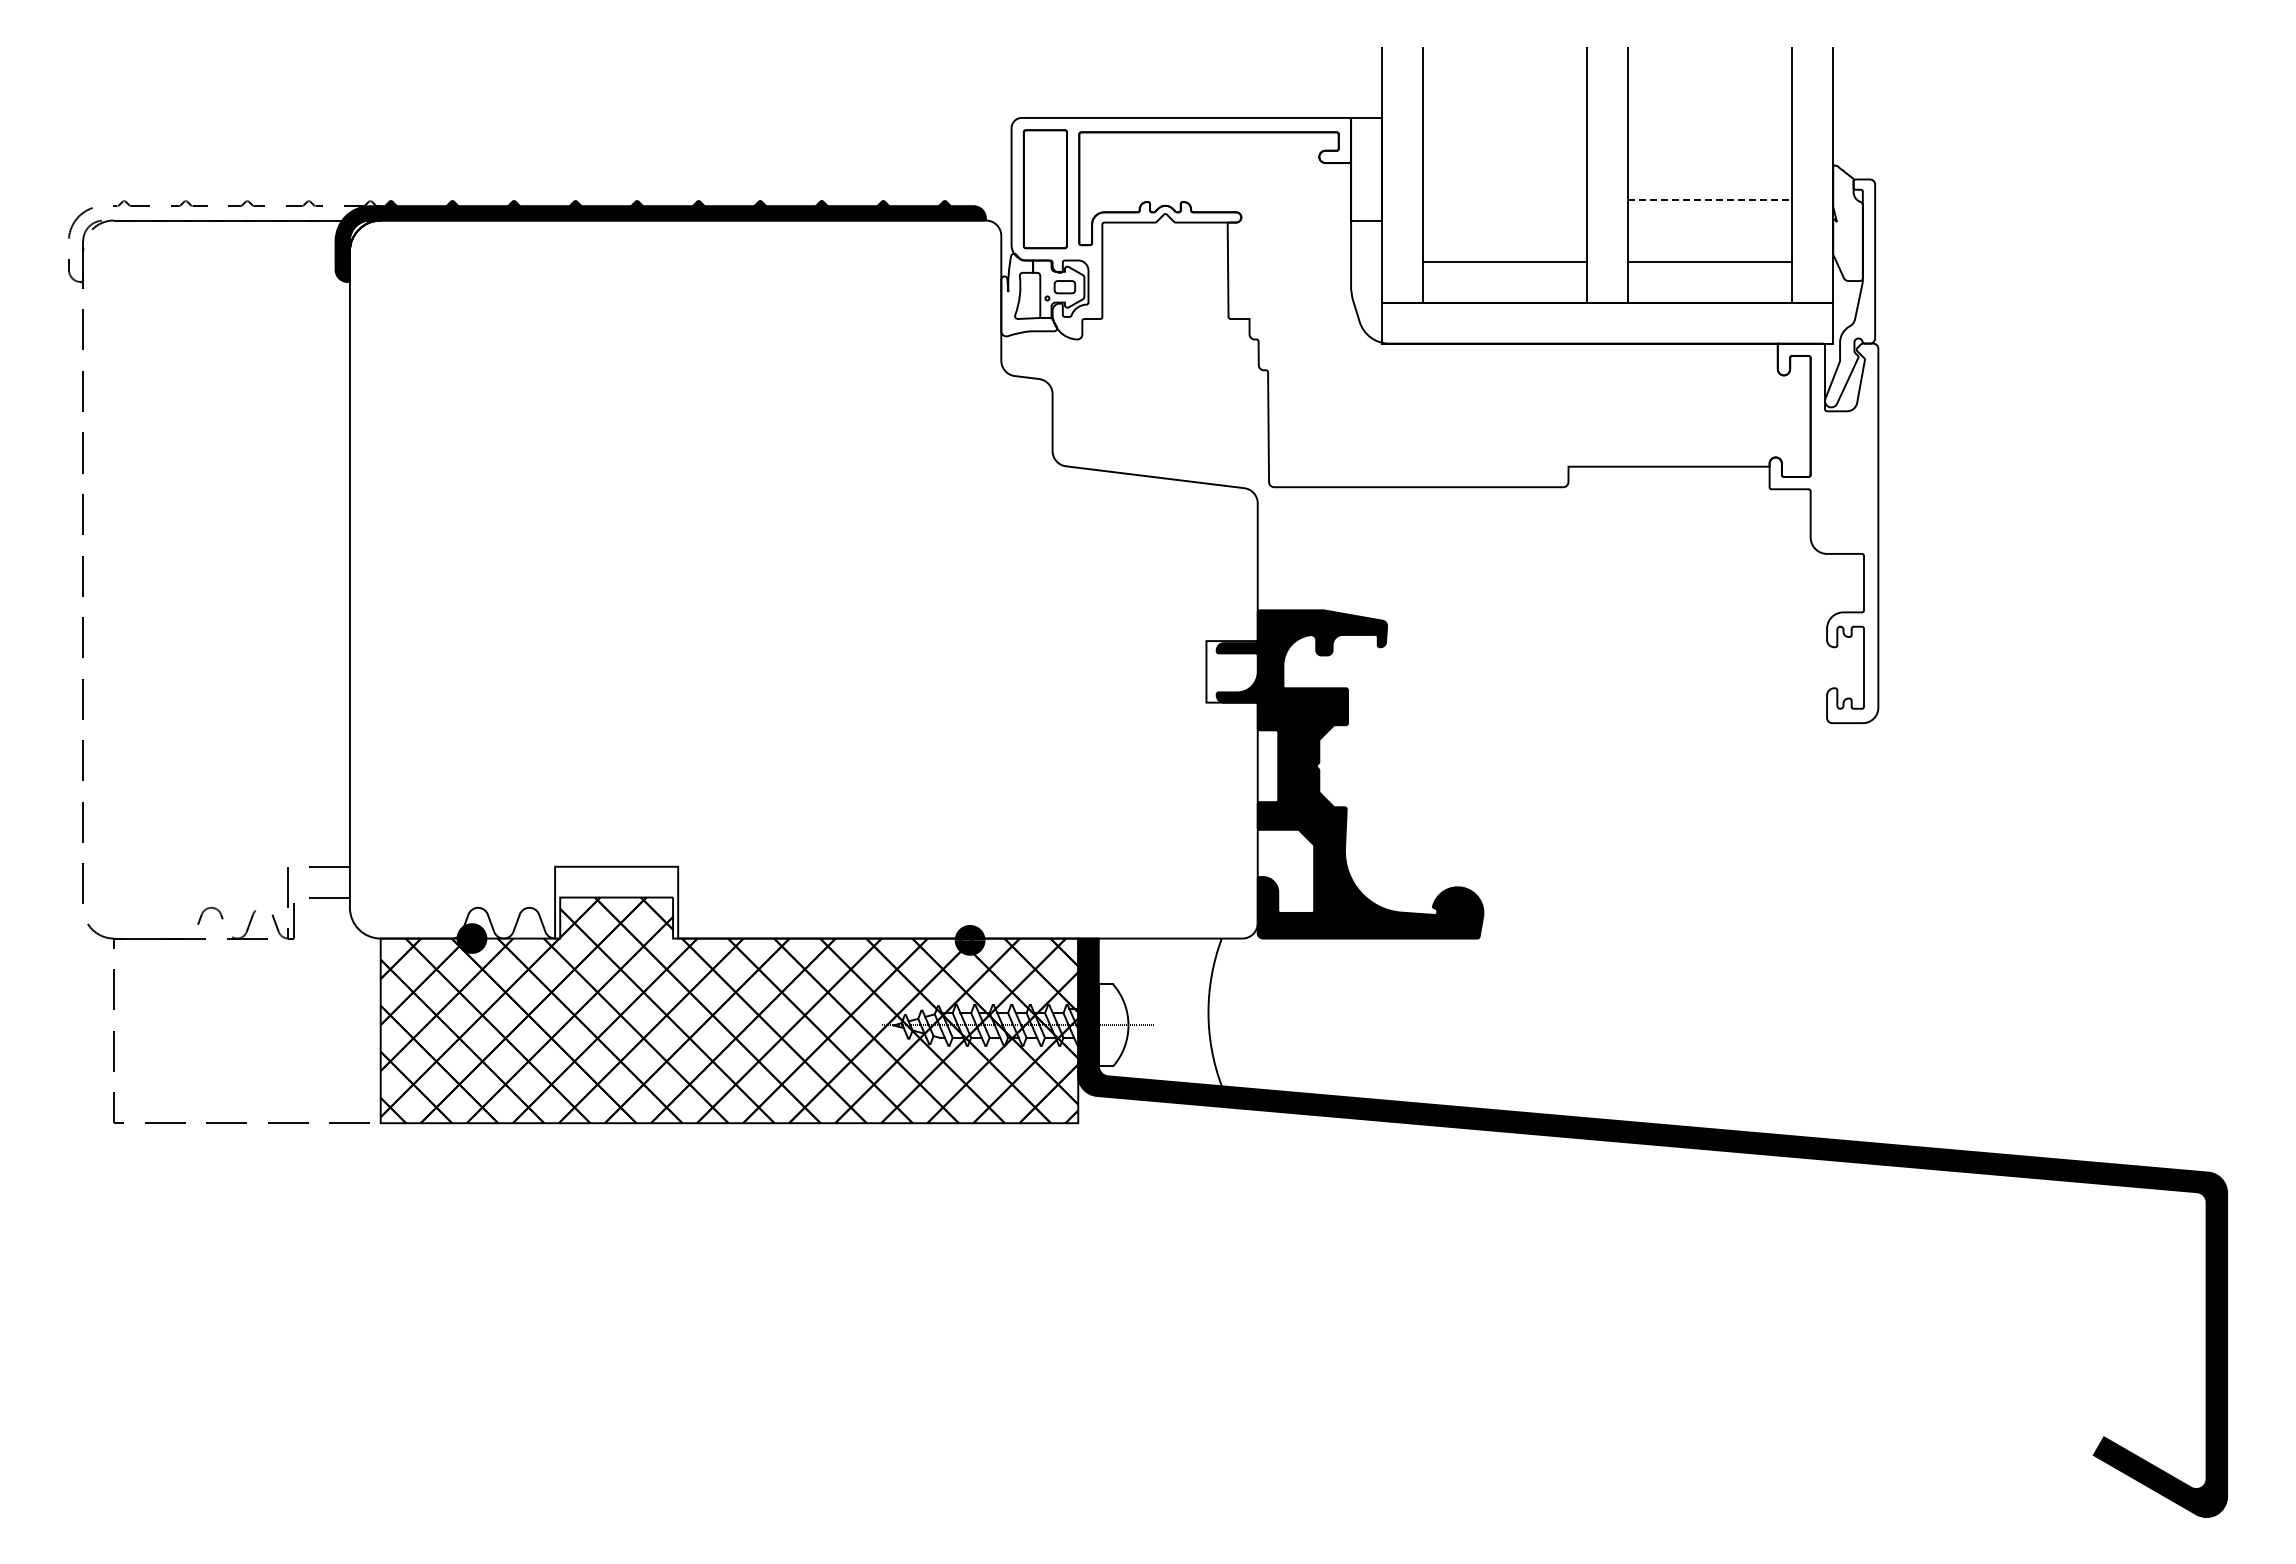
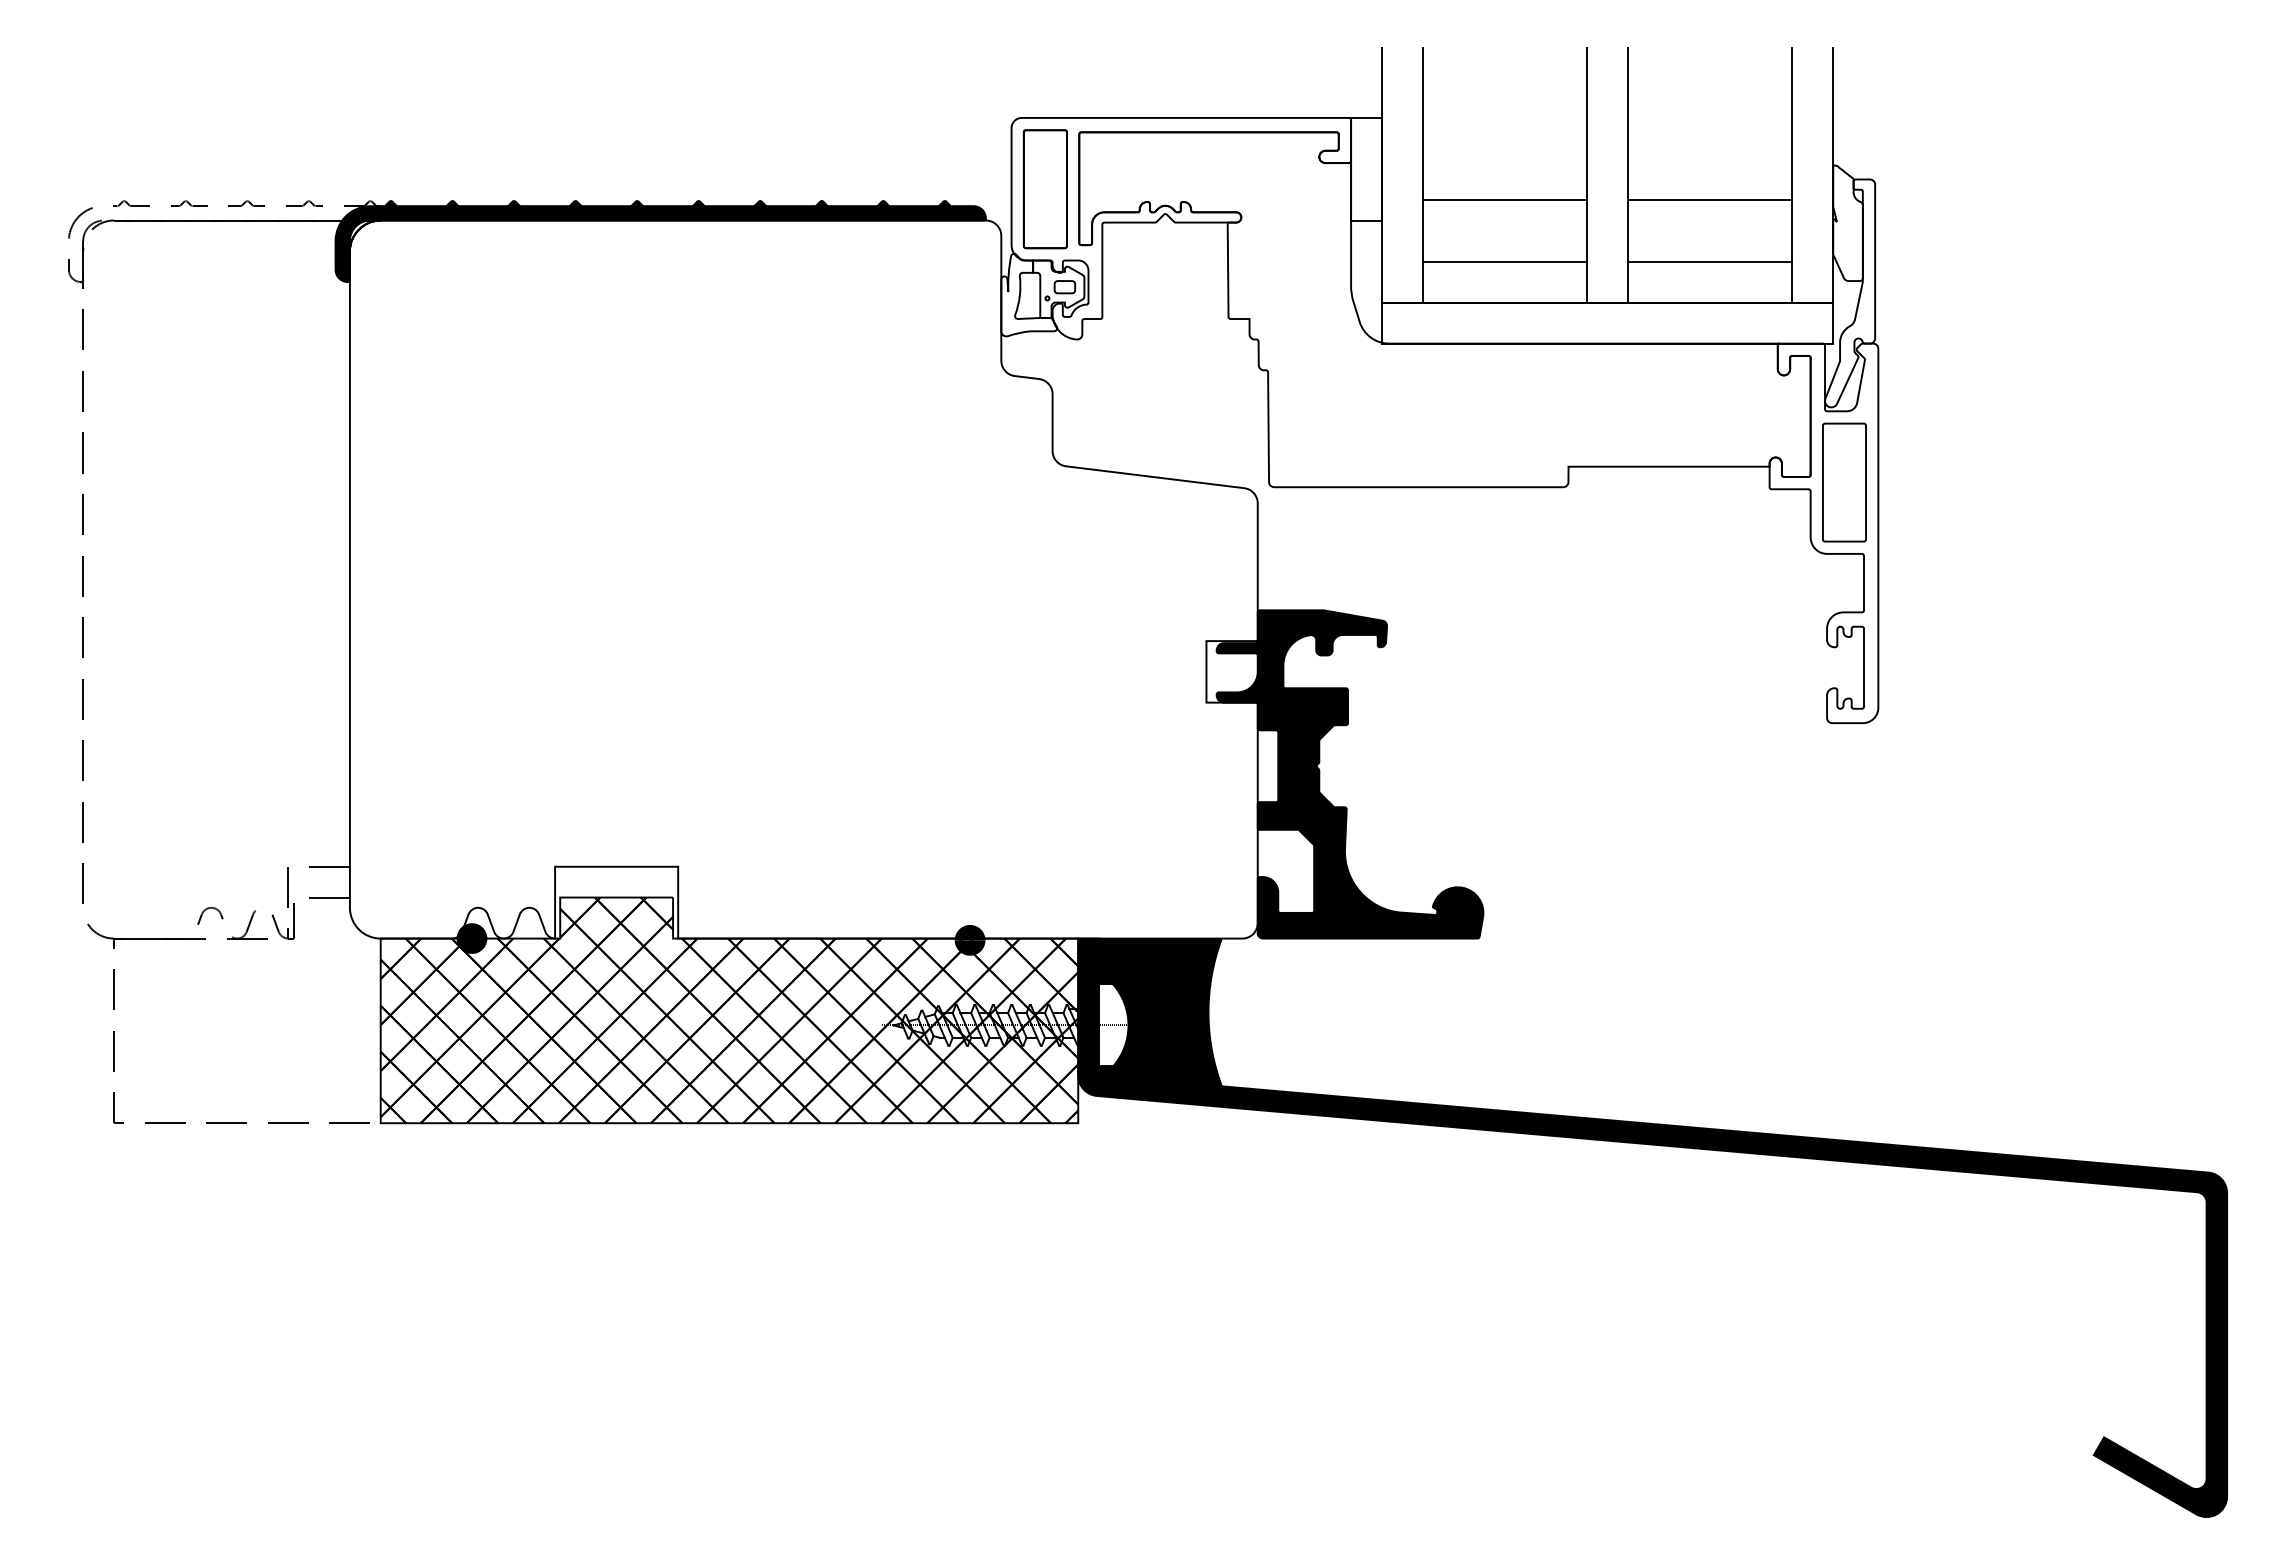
line at (1504, 200): none -> present
line at (1710, 200): dashed -> solid
part at (1844, 482): none -> present
fill at (1159, 1012): none -> present
